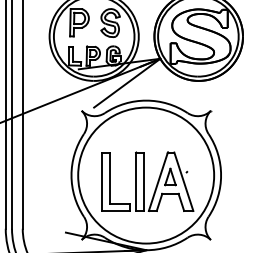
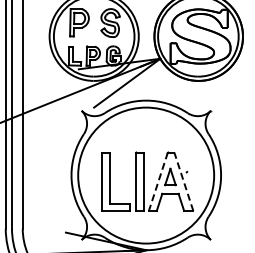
line at (158, 181): solid -> dashed
line at (183, 181): solid -> dashed
